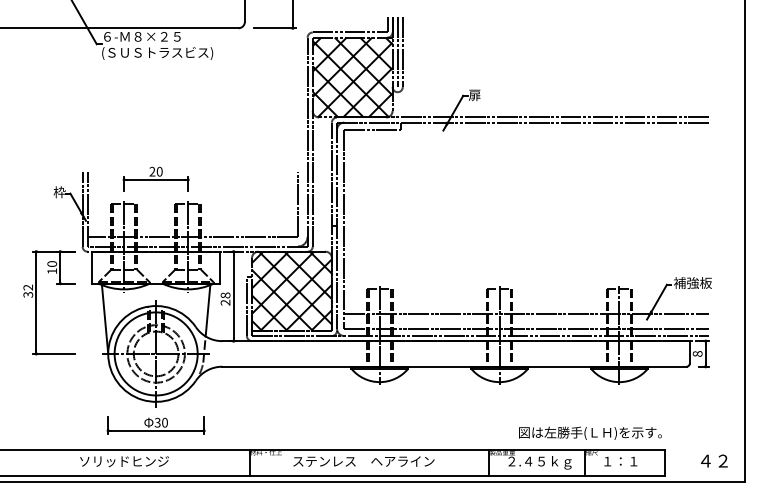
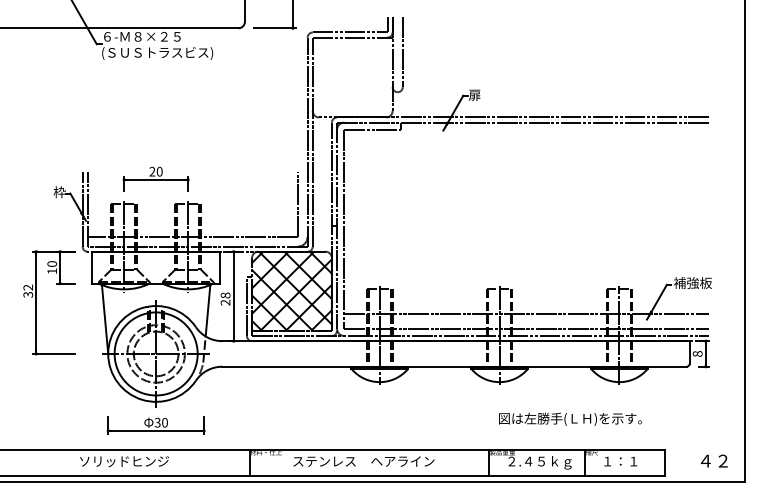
line at (397, 51): present -> none
hatch at (352, 77): present -> none
text at (590, 432) position: (590, 432) -> (570, 418)
